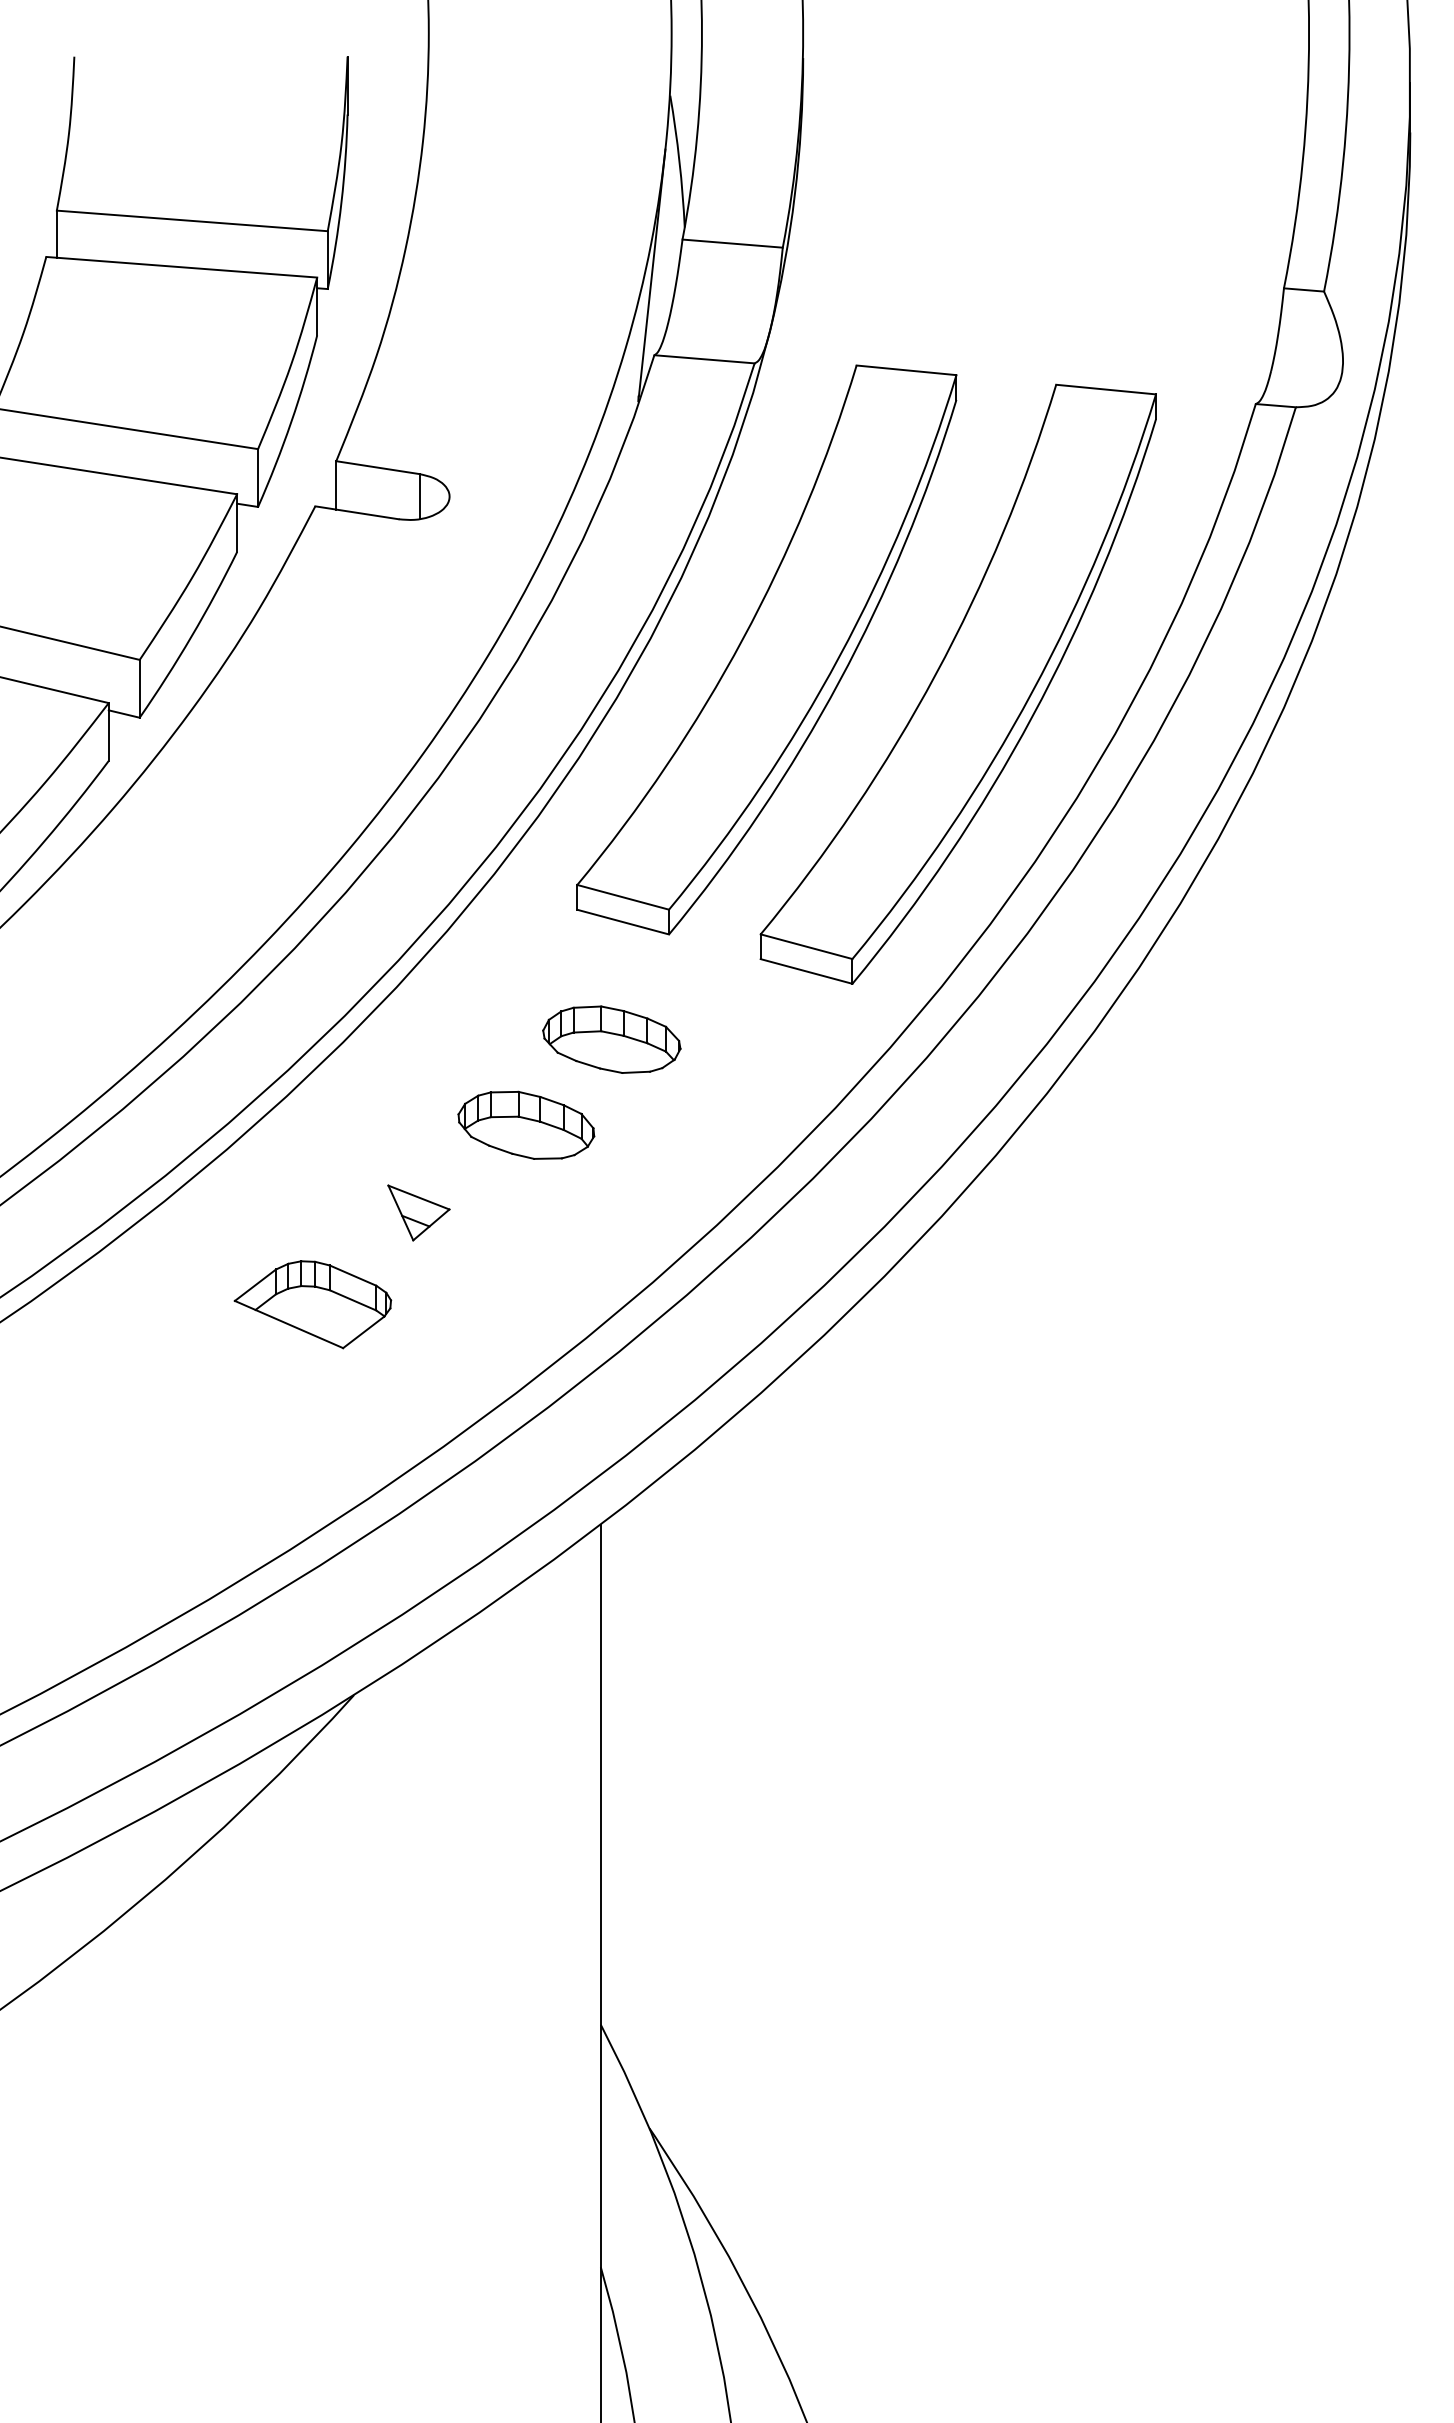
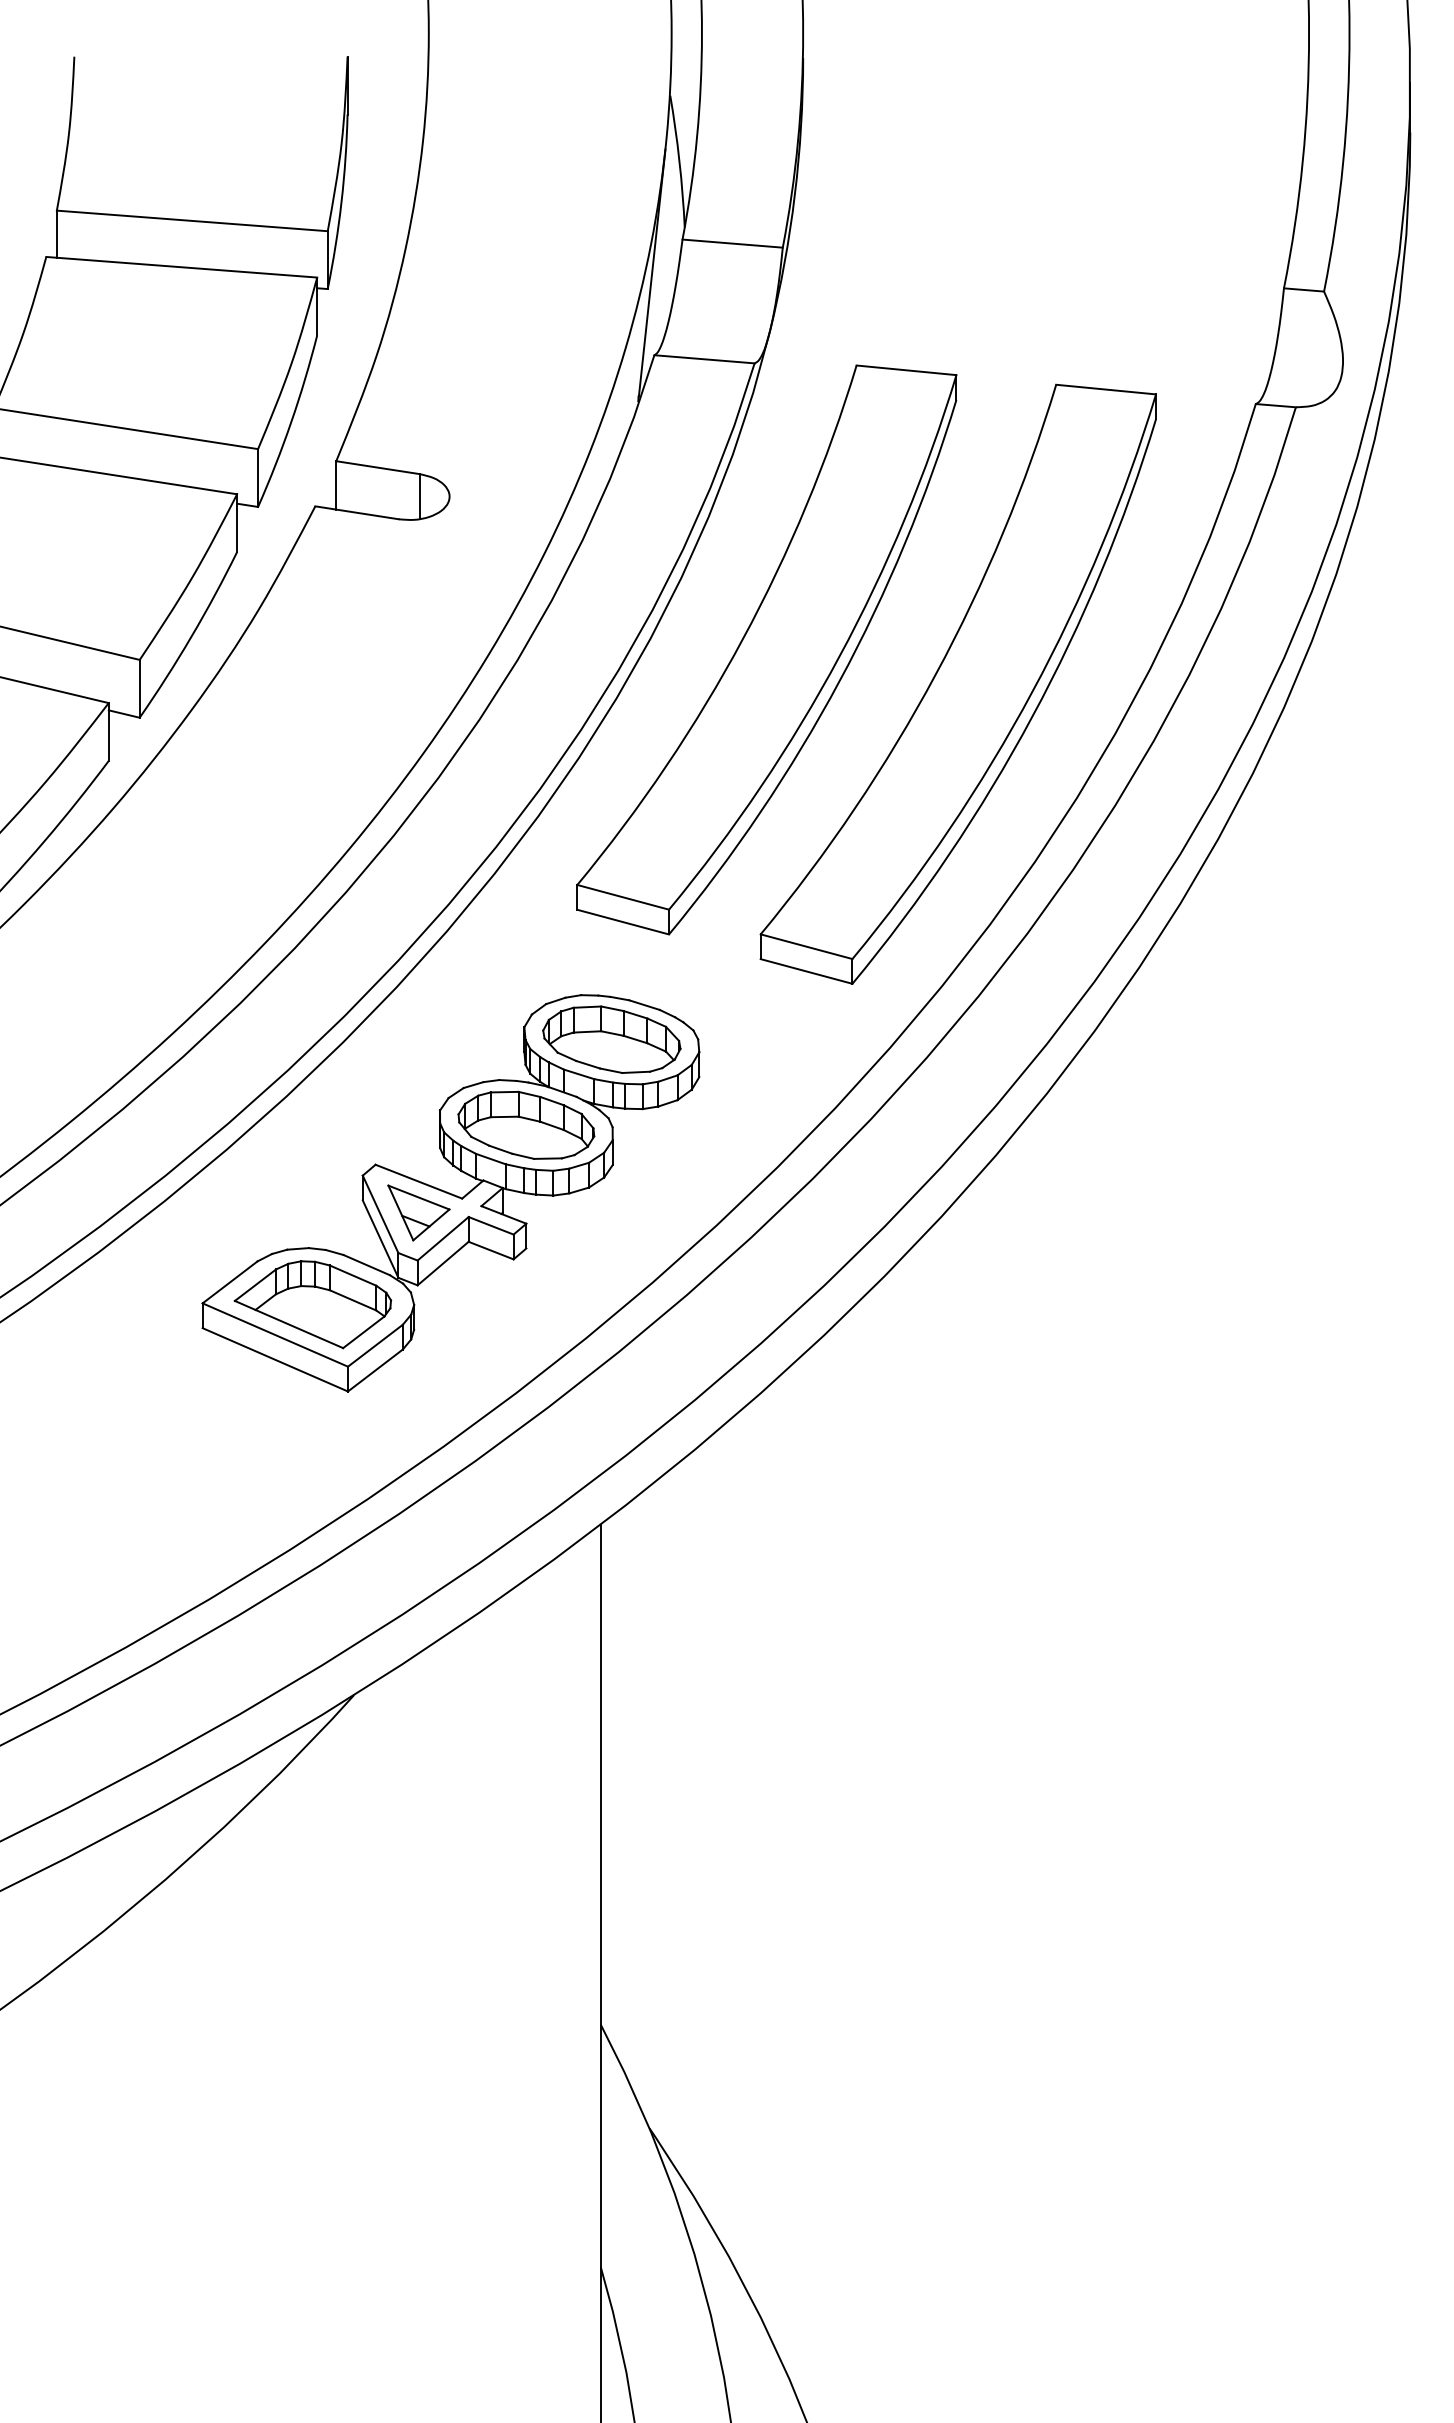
part at (450, 1193): none -> present
